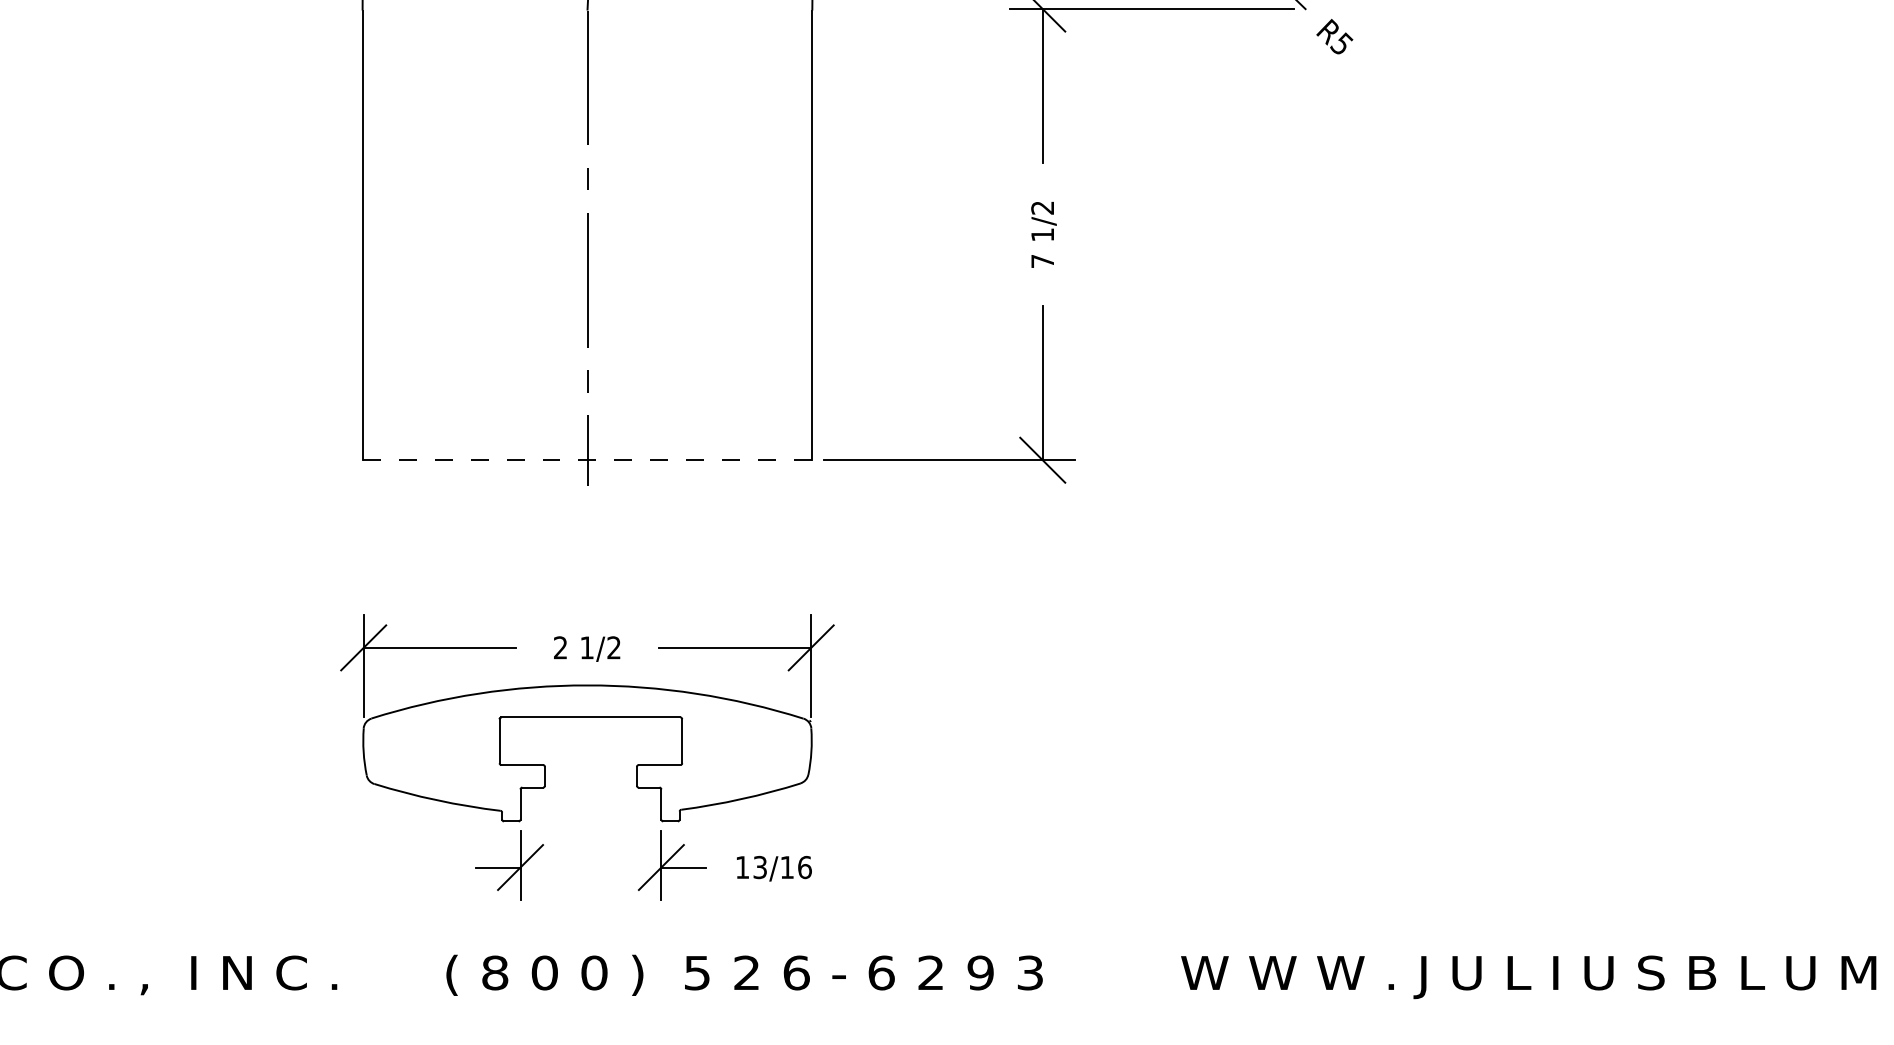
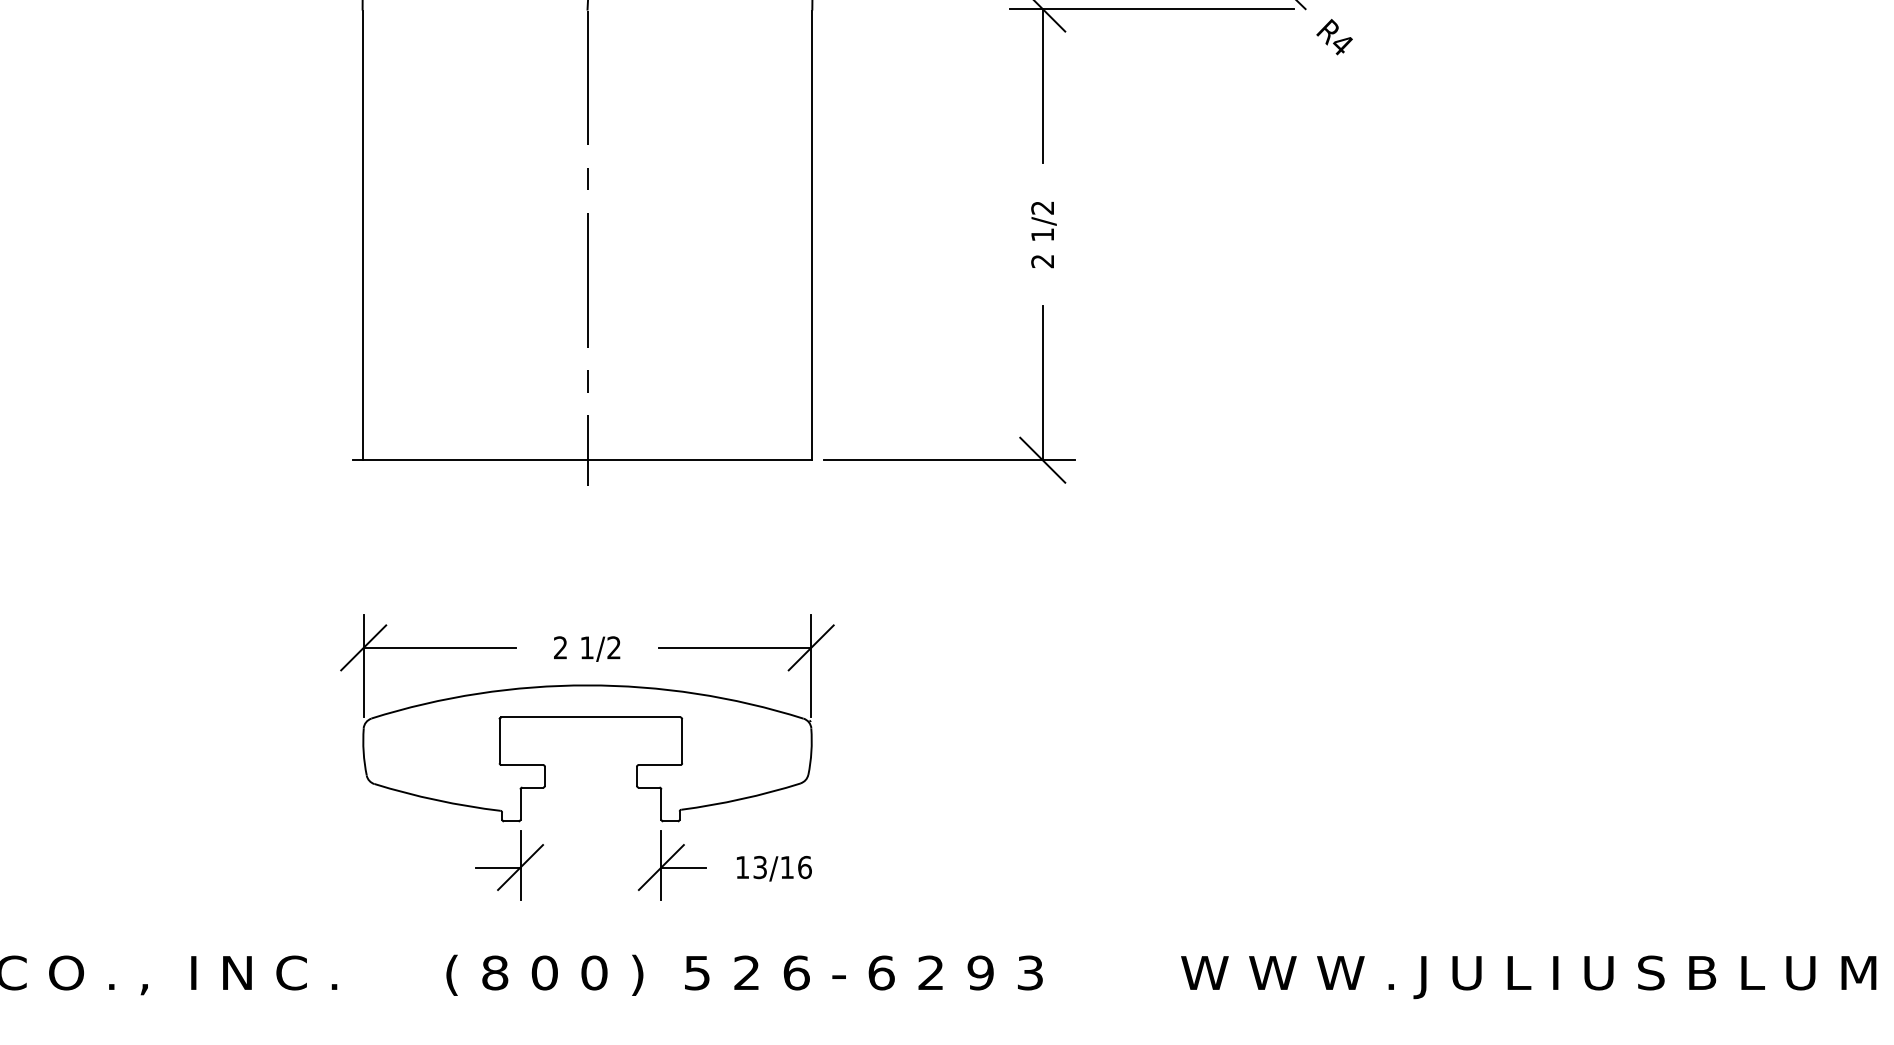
text at (1341, 43): R5 -> R4
text at (1042, 261): 7 -> 2
line at (582, 460): dashed -> solid
